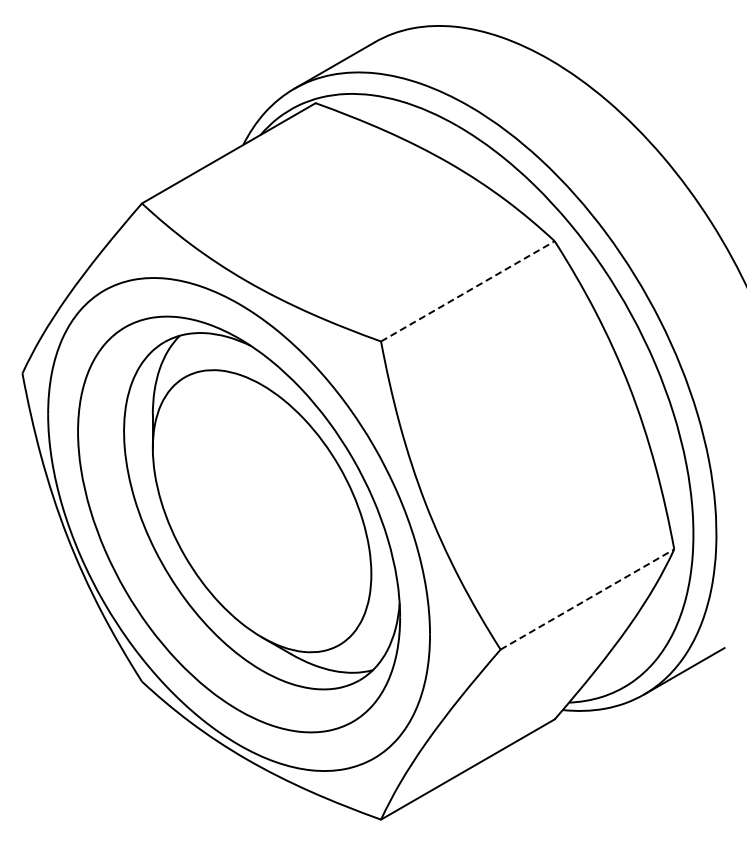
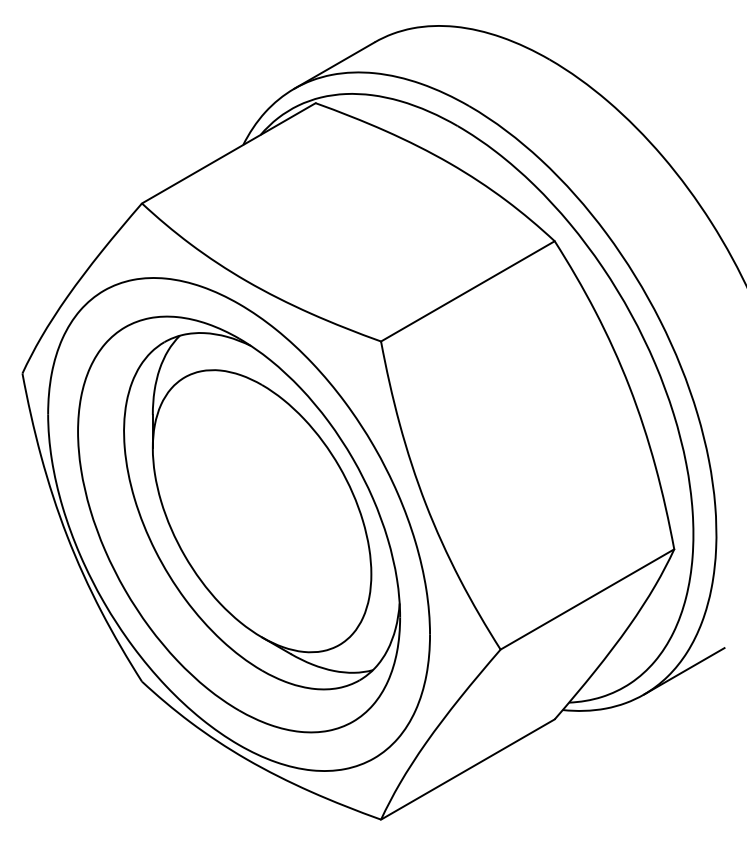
line at (468, 291): dashed -> solid
line at (587, 599): dashed -> solid
